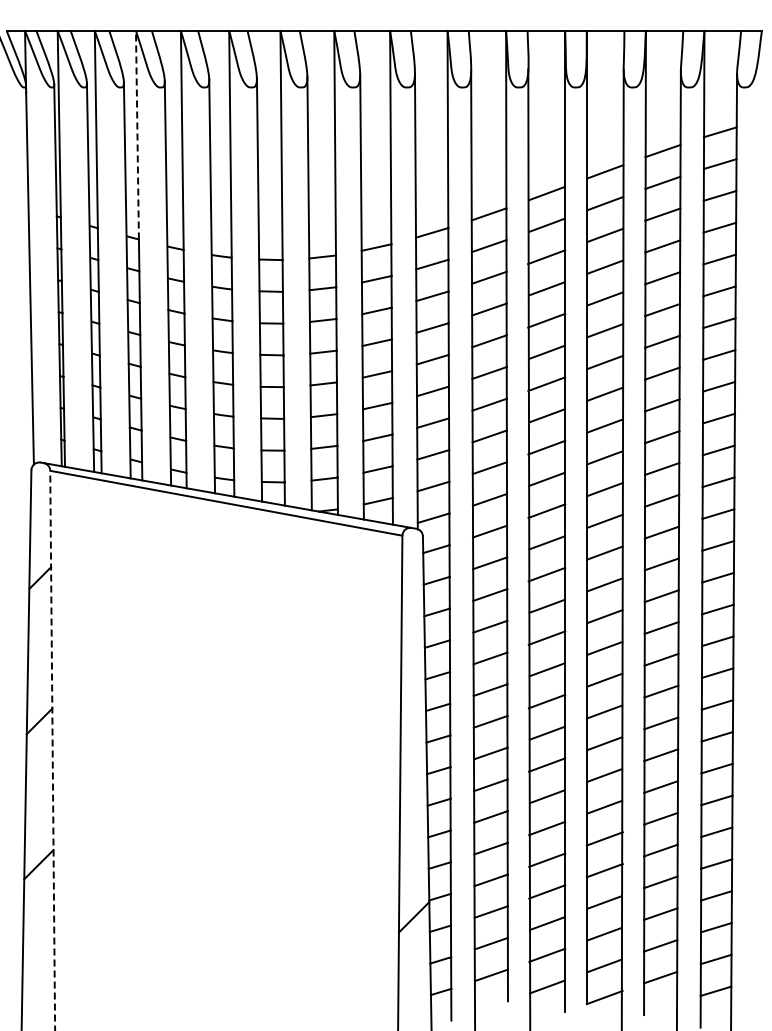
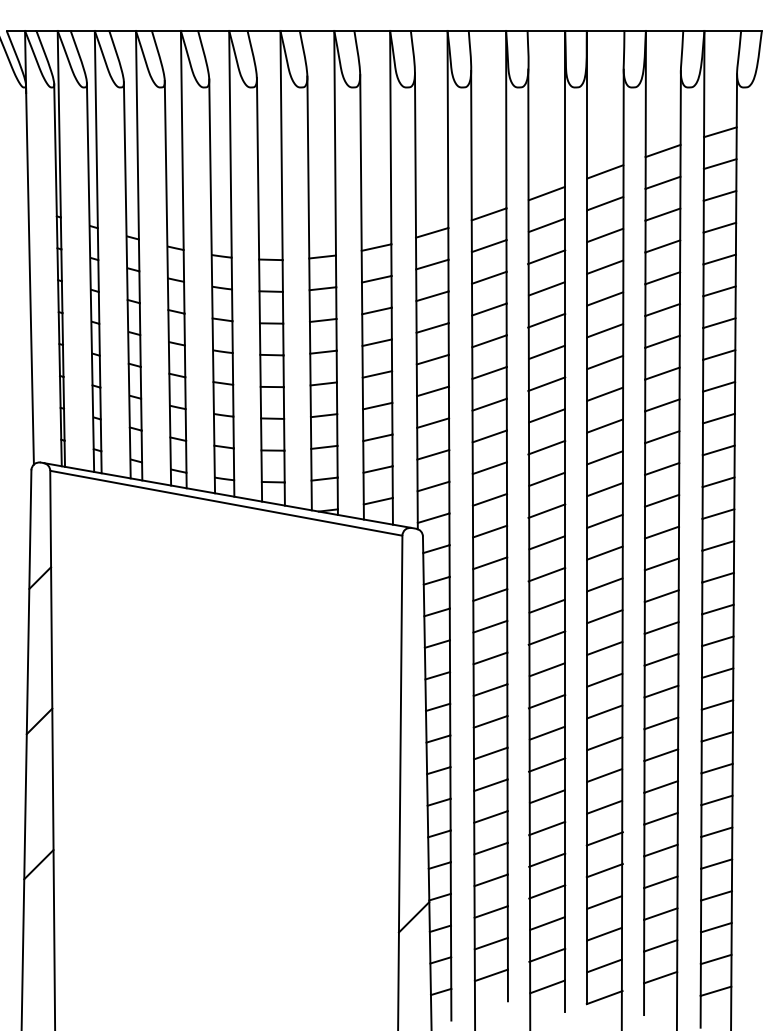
line at (137, 134): dashed -> solid
line at (52, 750): dashed -> solid
